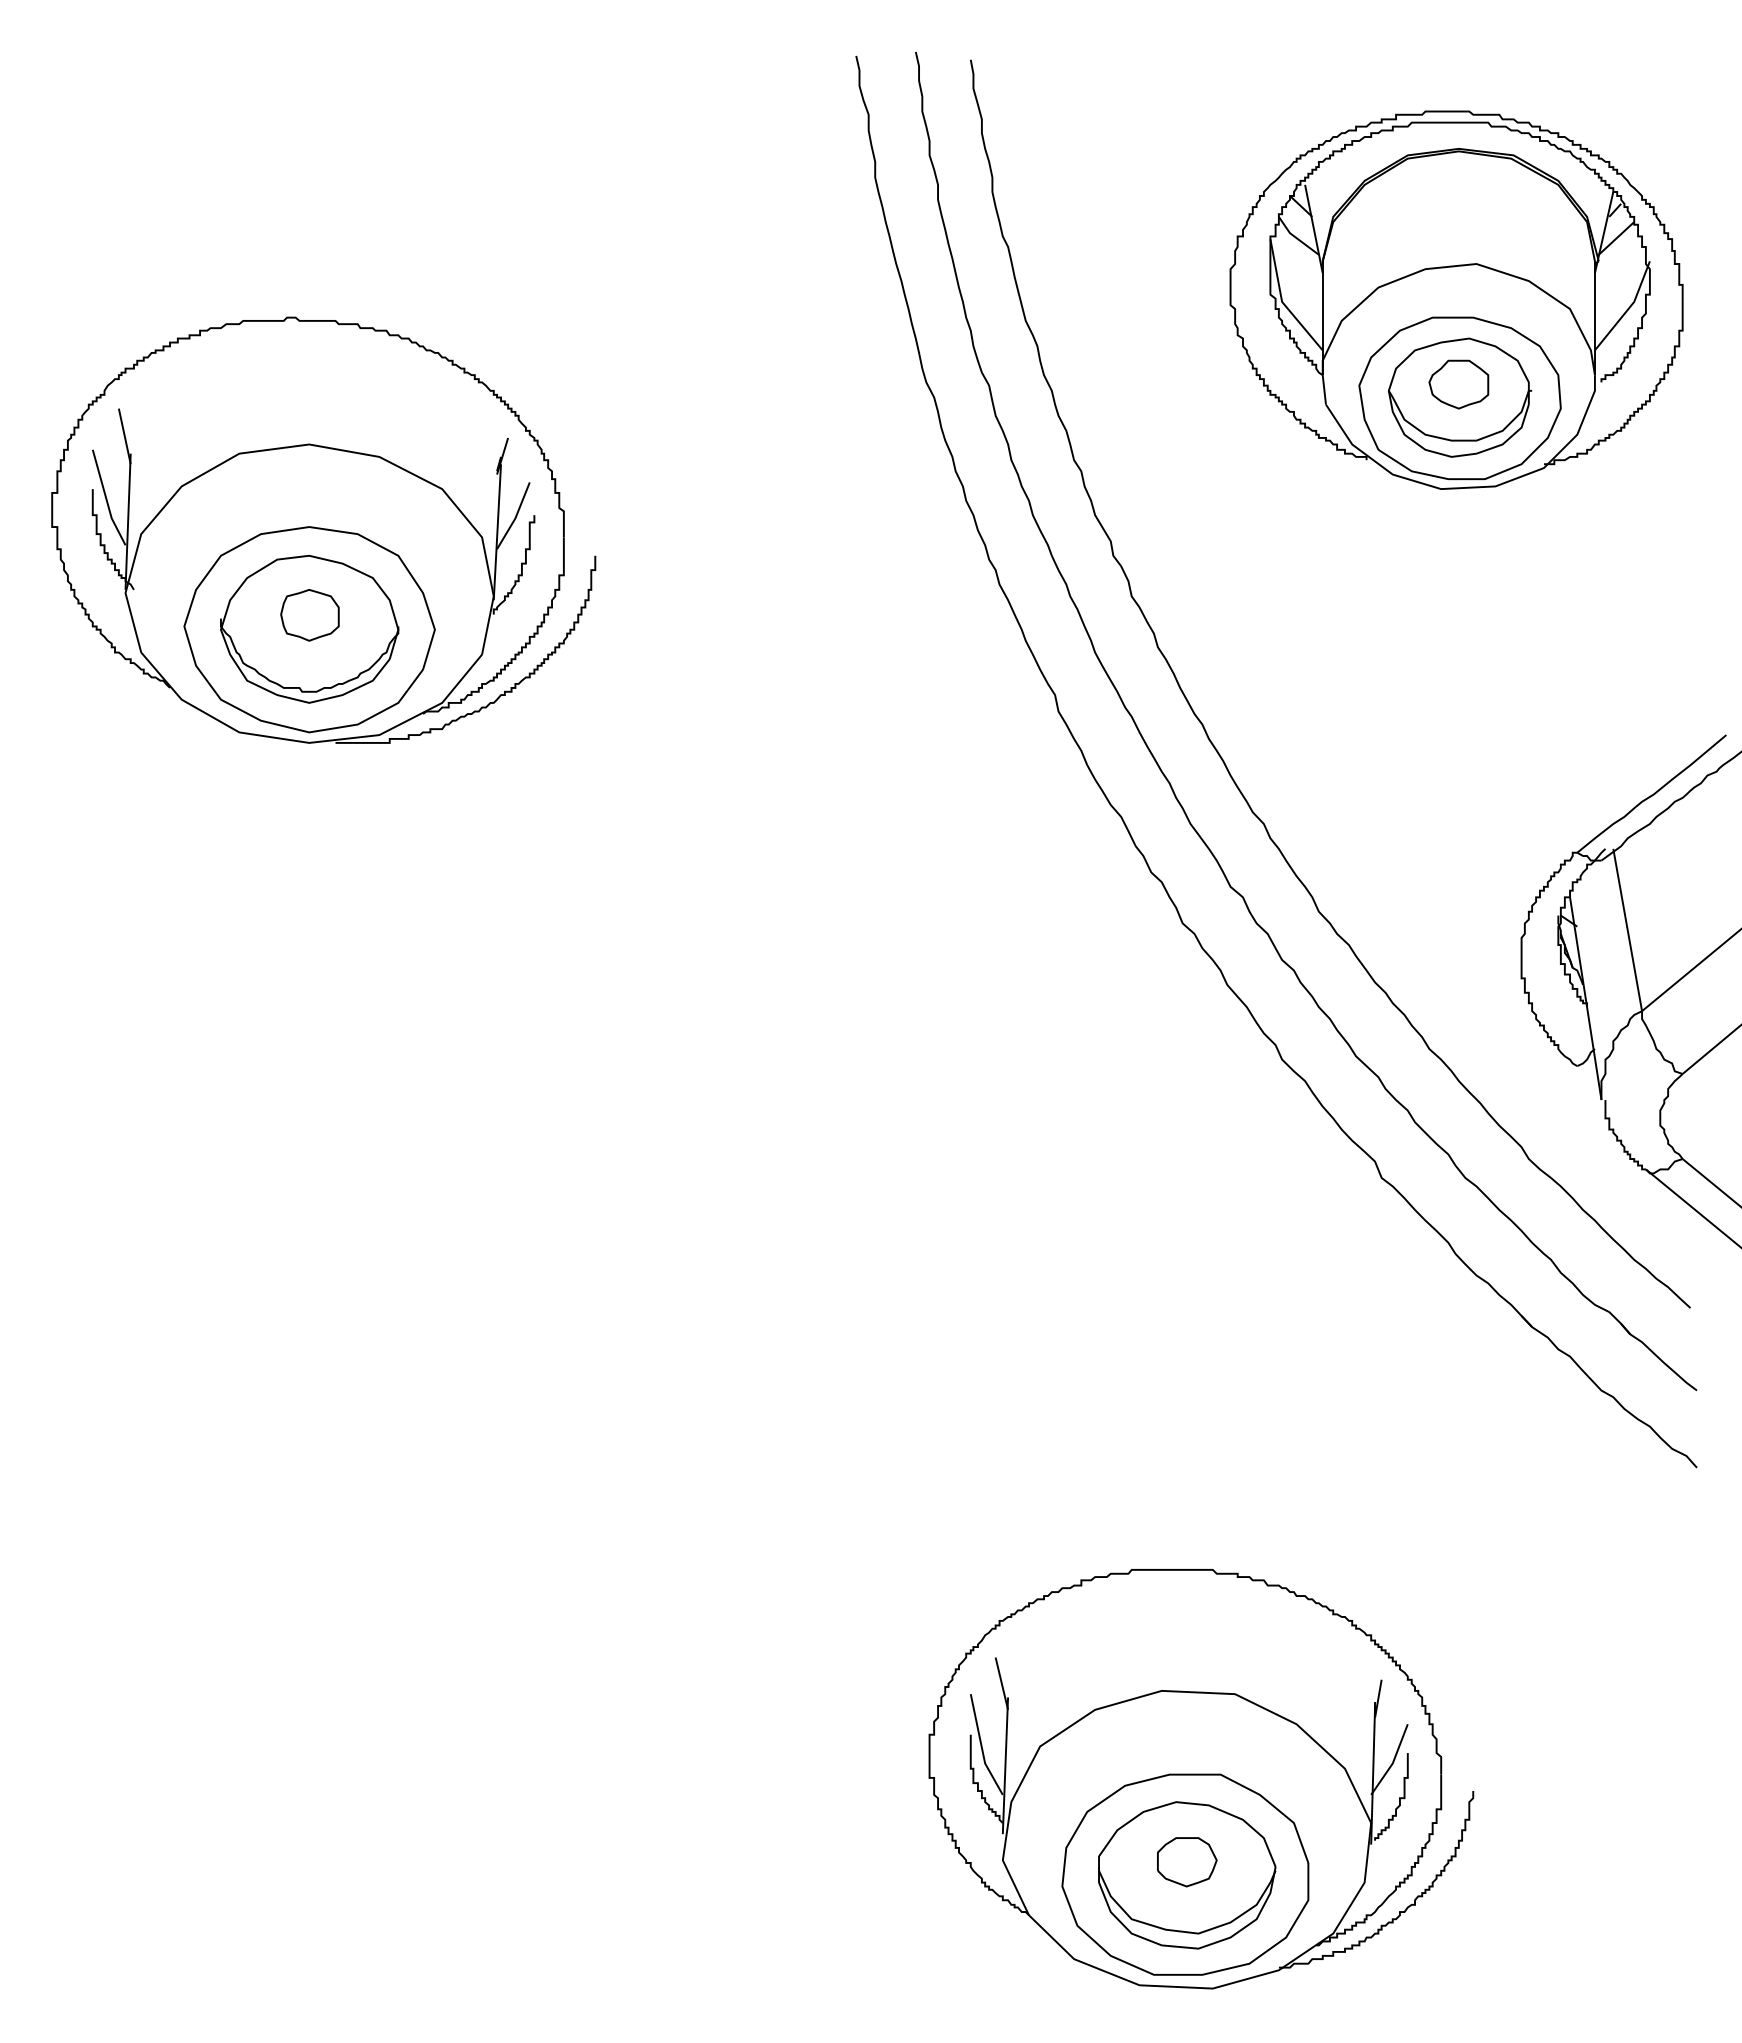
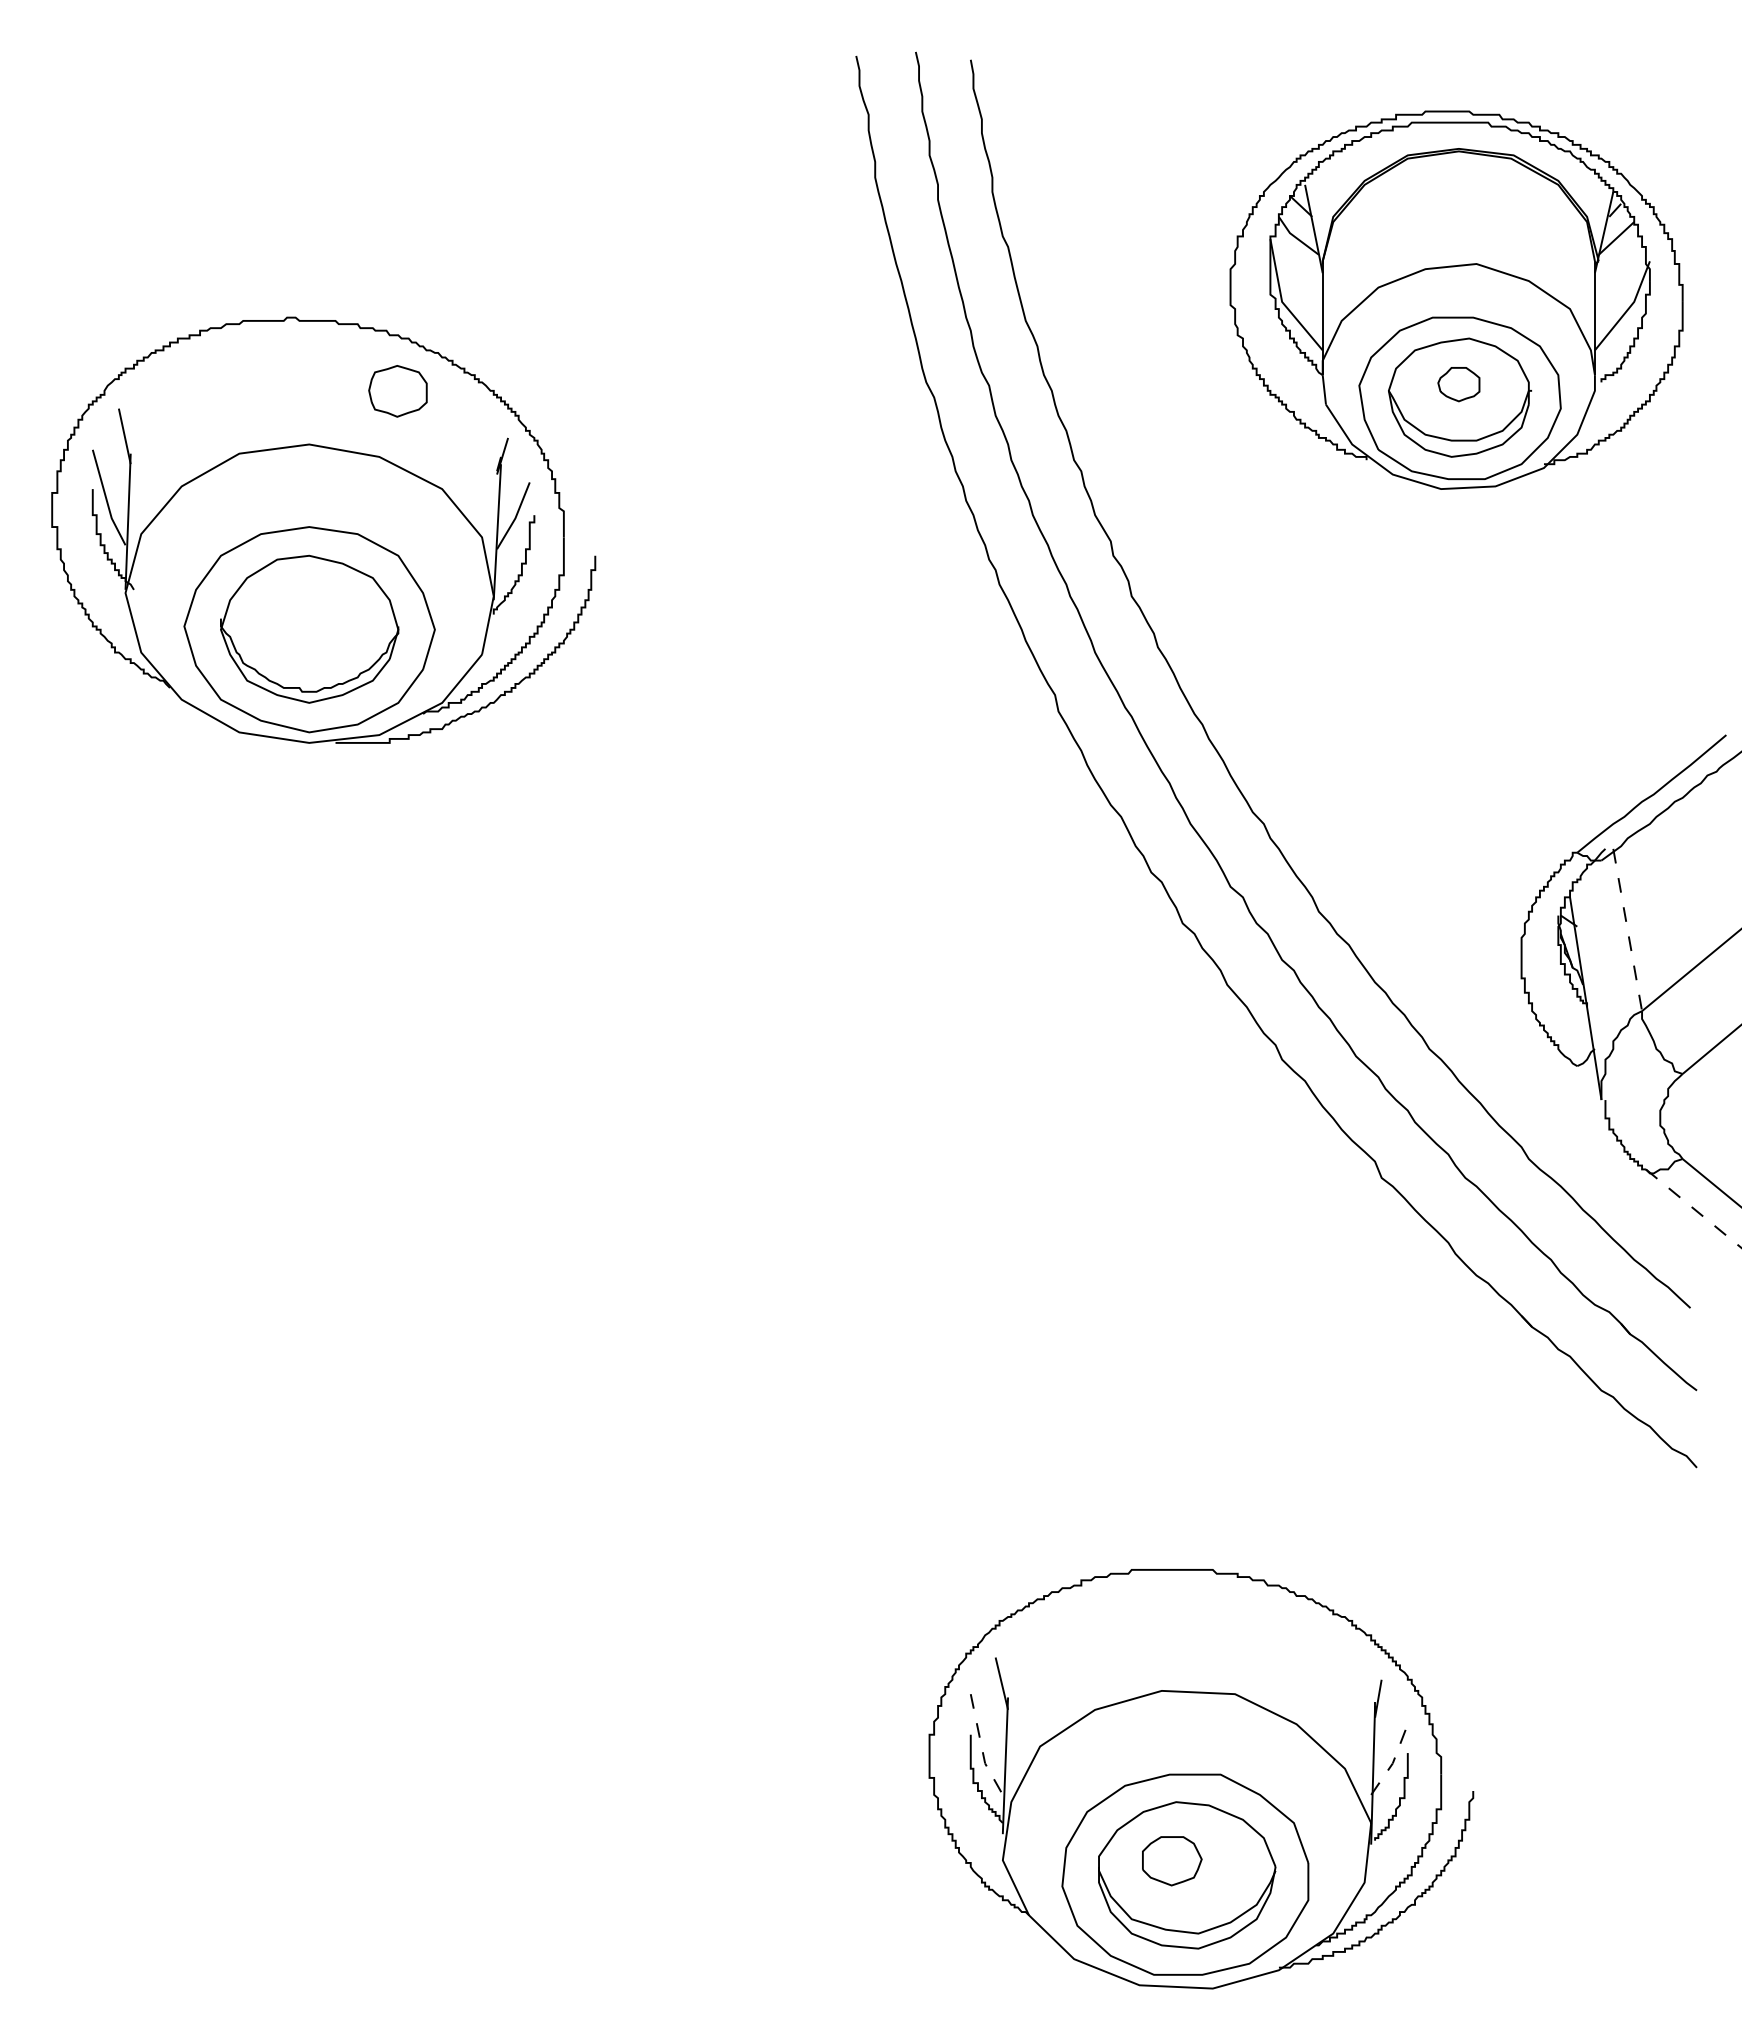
part at (1458, 384) size: 62x51 px -> 44x36 px
part at (309, 615) position: (309, 615) -> (397, 391)
line at (1627, 930): solid -> dashed
line at (1693, 1208): solid -> dashed
line at (981, 1747): solid -> dashed
line at (1393, 1761): solid -> dashed
part at (1187, 1862) position: (1187, 1862) -> (1172, 1861)
